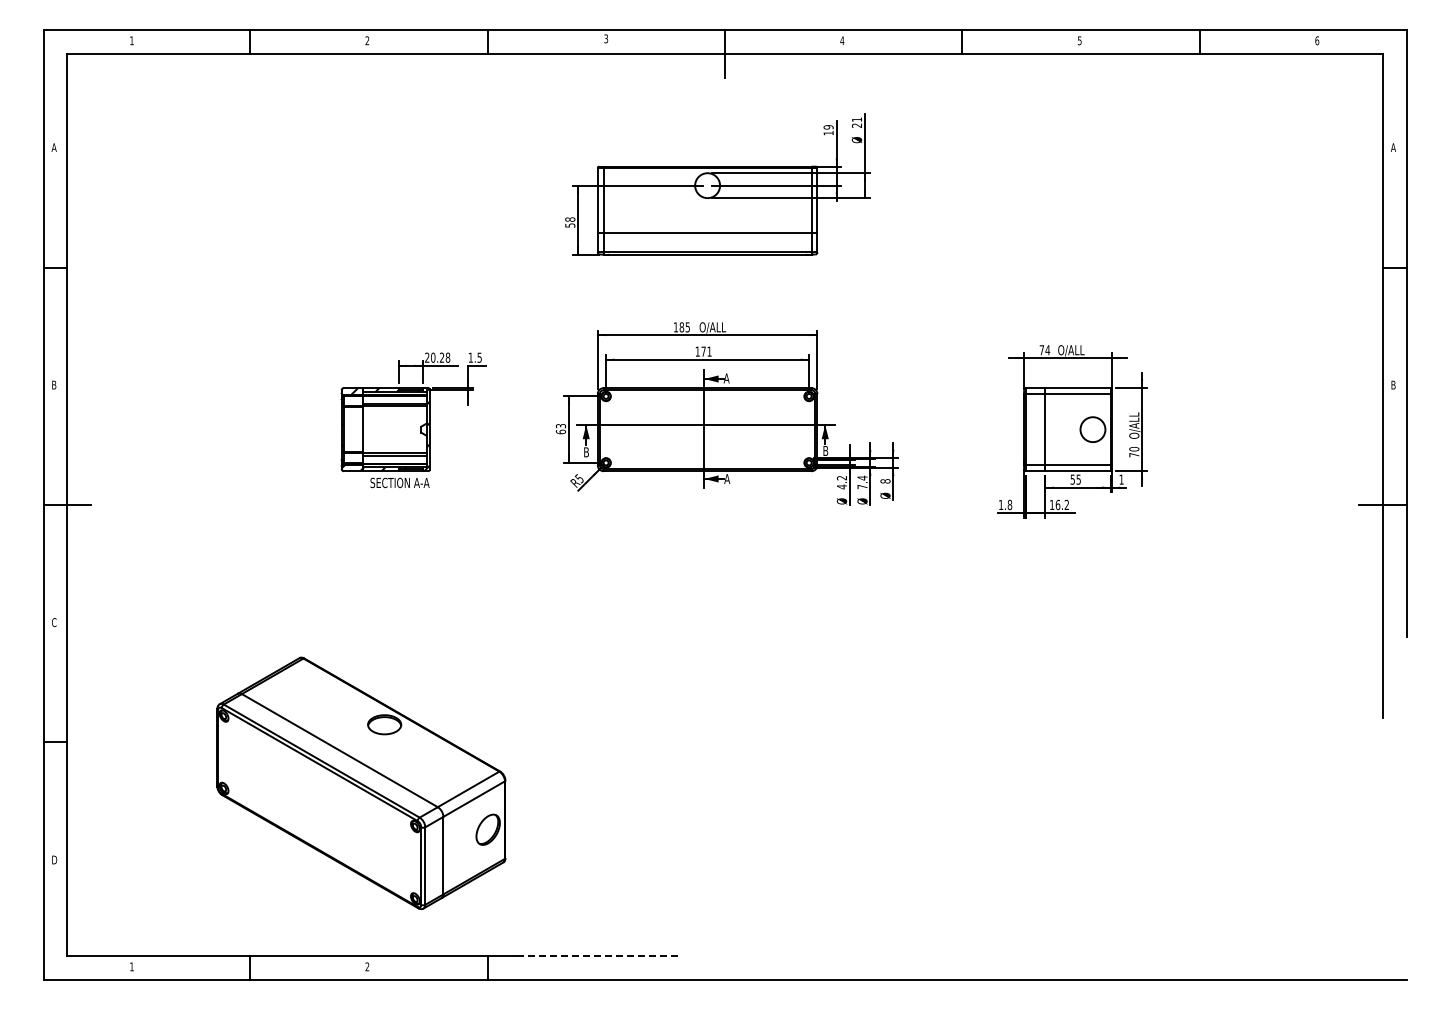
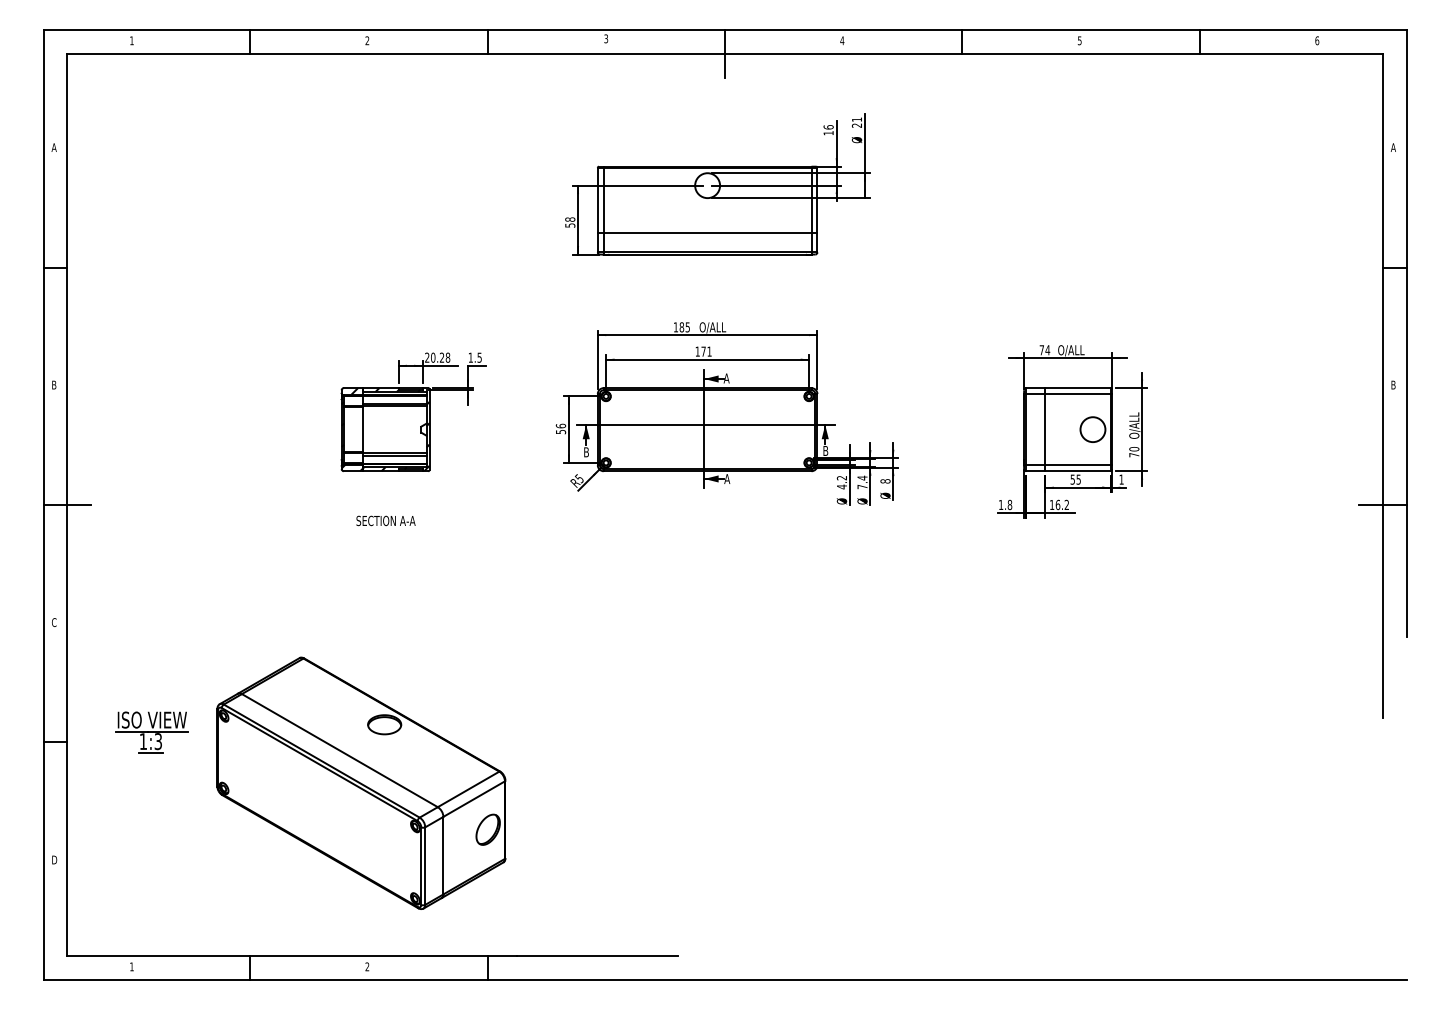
text at (828, 127): 19 -> 16
text at (560, 428): 63 -> 56
text at (399, 482) position: (399, 482) -> (385, 520)
part at (151, 732): none -> present
line at (598, 956): dashed -> solid
